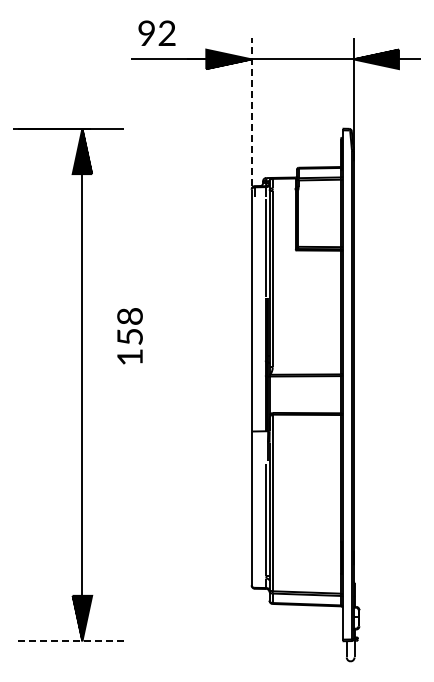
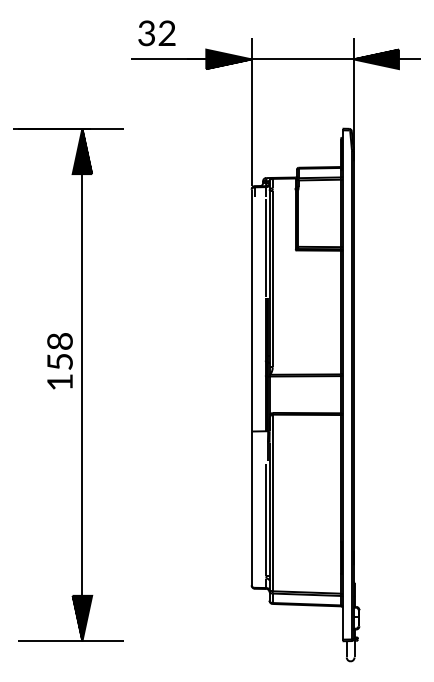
text at (146, 33): 92 -> 32
line at (251, 112): dashed -> solid
text at (129, 336) position: (129, 336) -> (59, 361)
line at (70, 641): dashed -> solid
